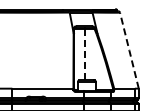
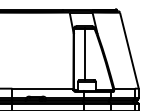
line at (129, 50): dashed -> solid
line at (85, 54): dashed -> solid
